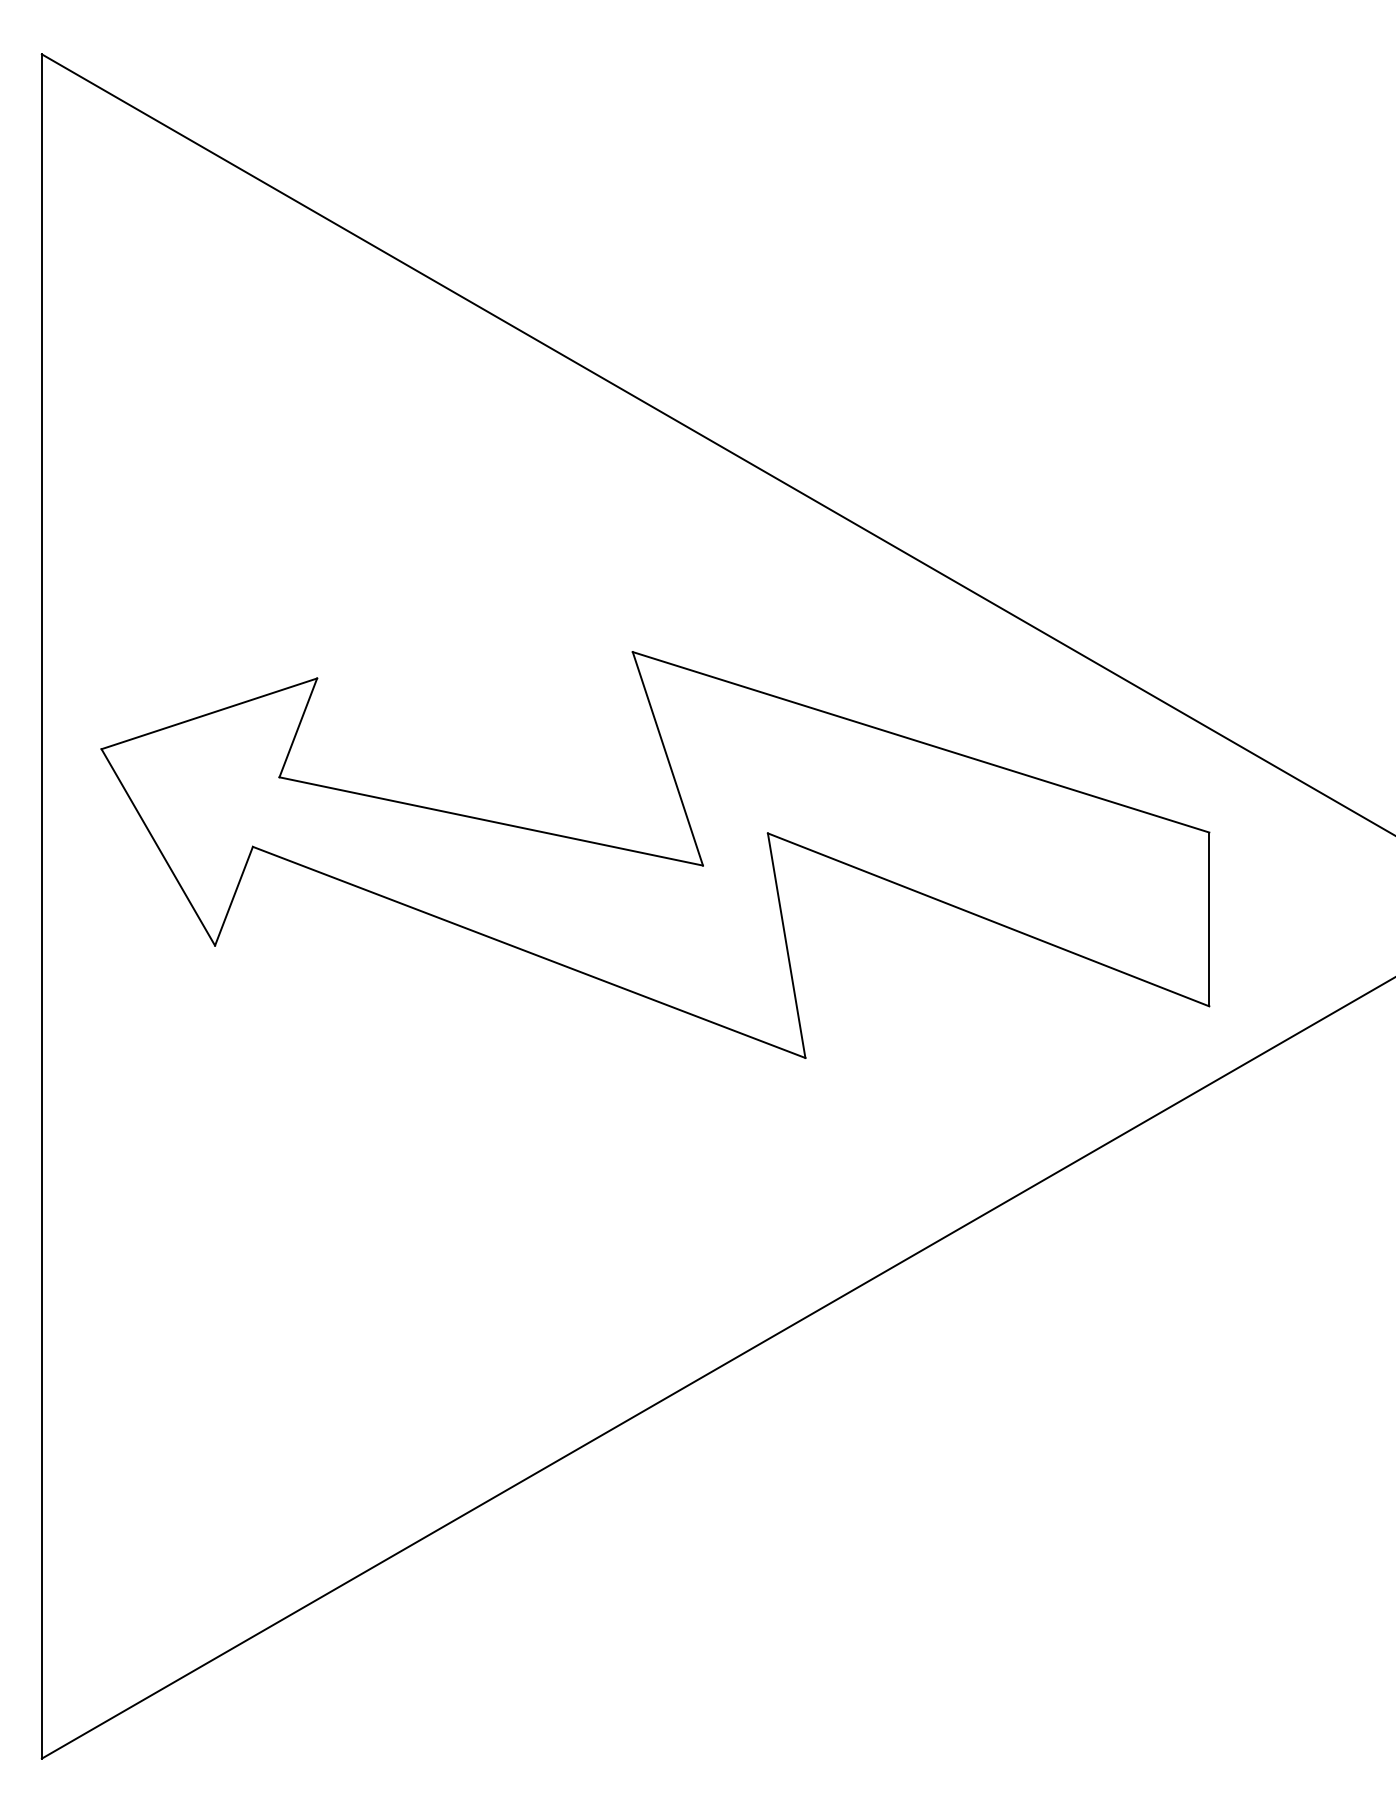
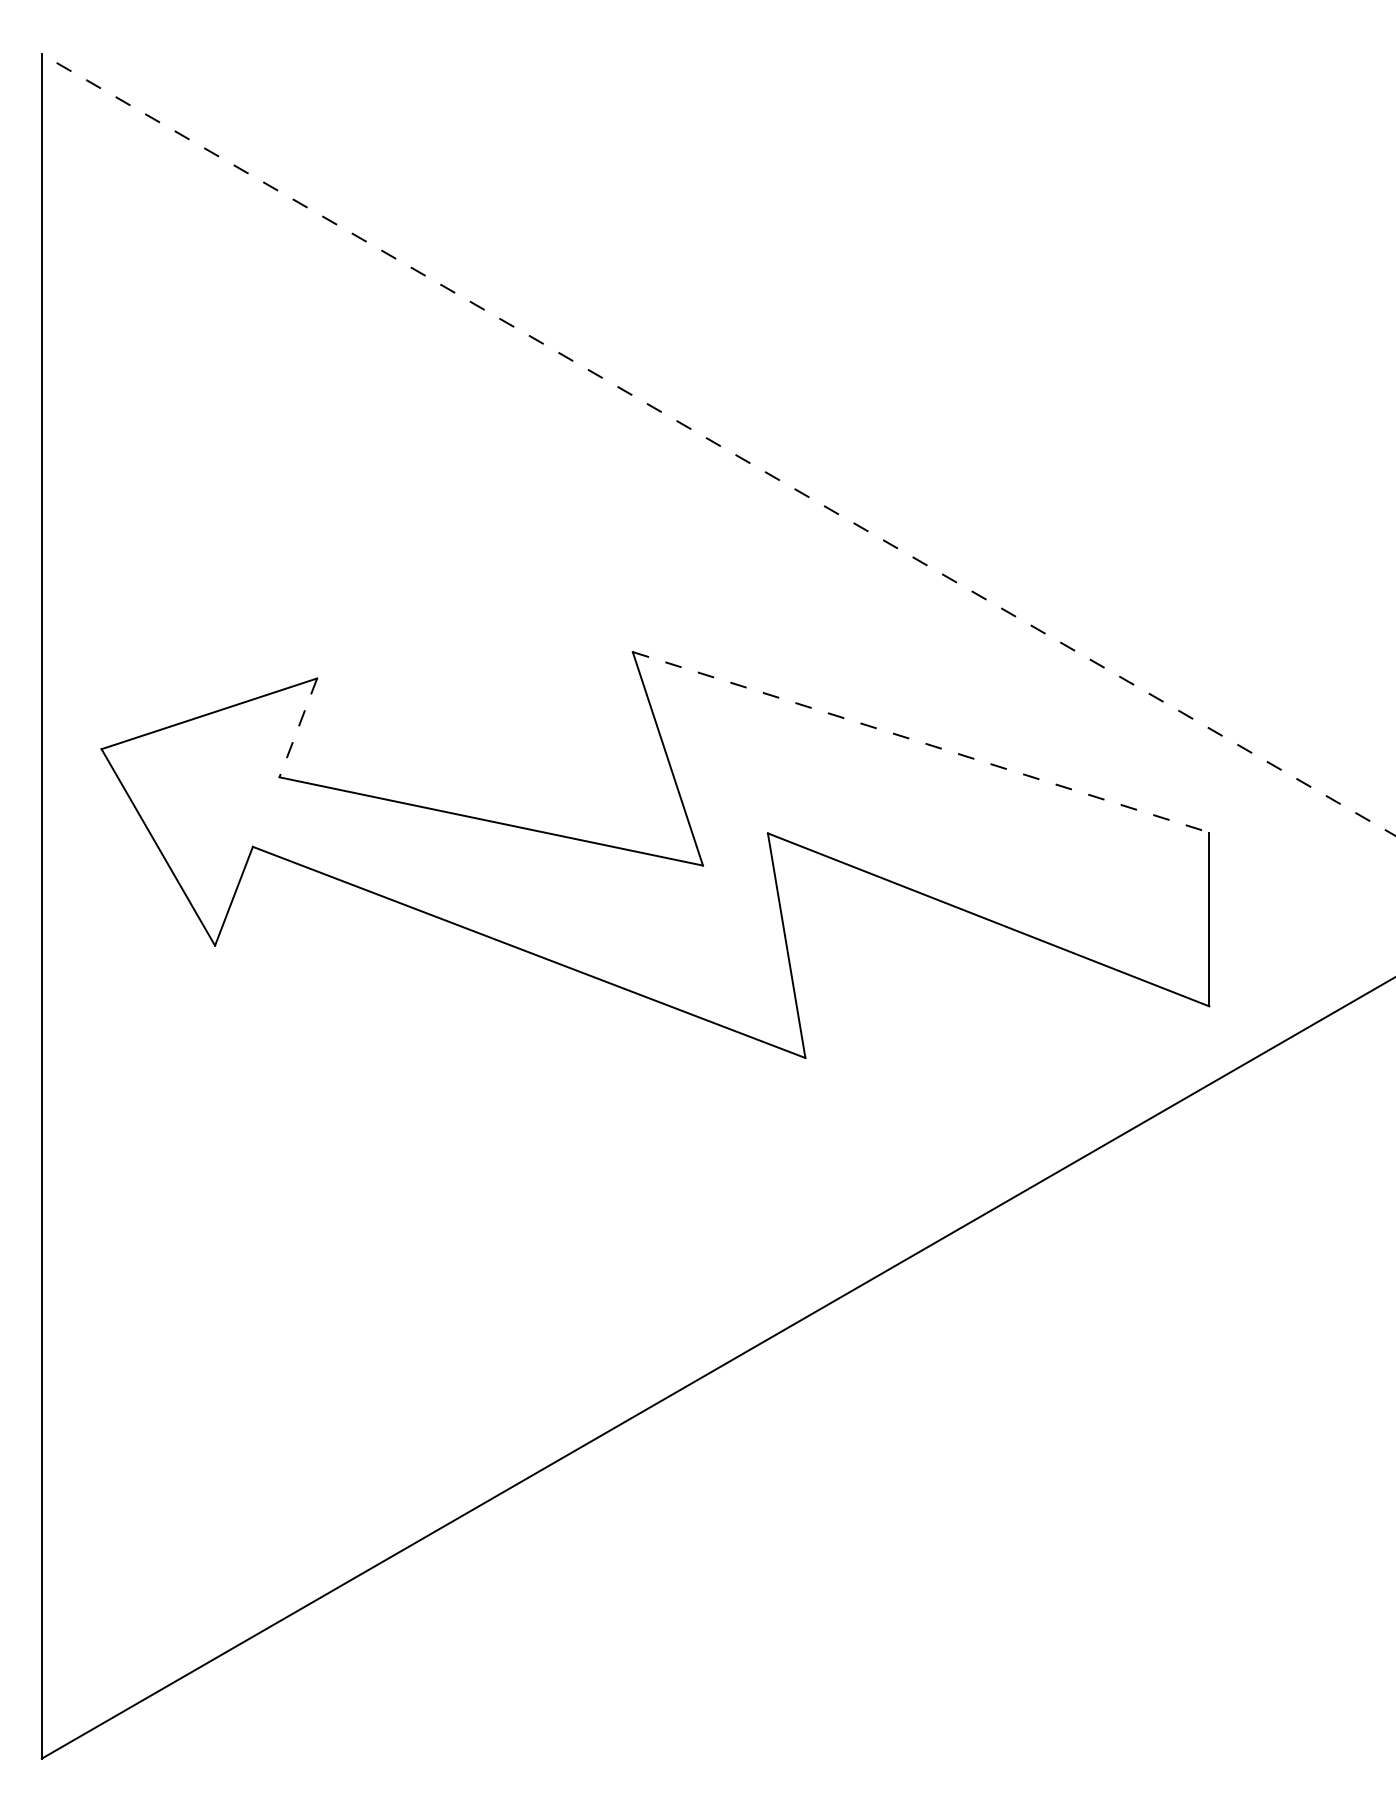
line at (718, 445): solid -> dashed
line at (298, 727): solid -> dashed
line at (921, 742): solid -> dashed
